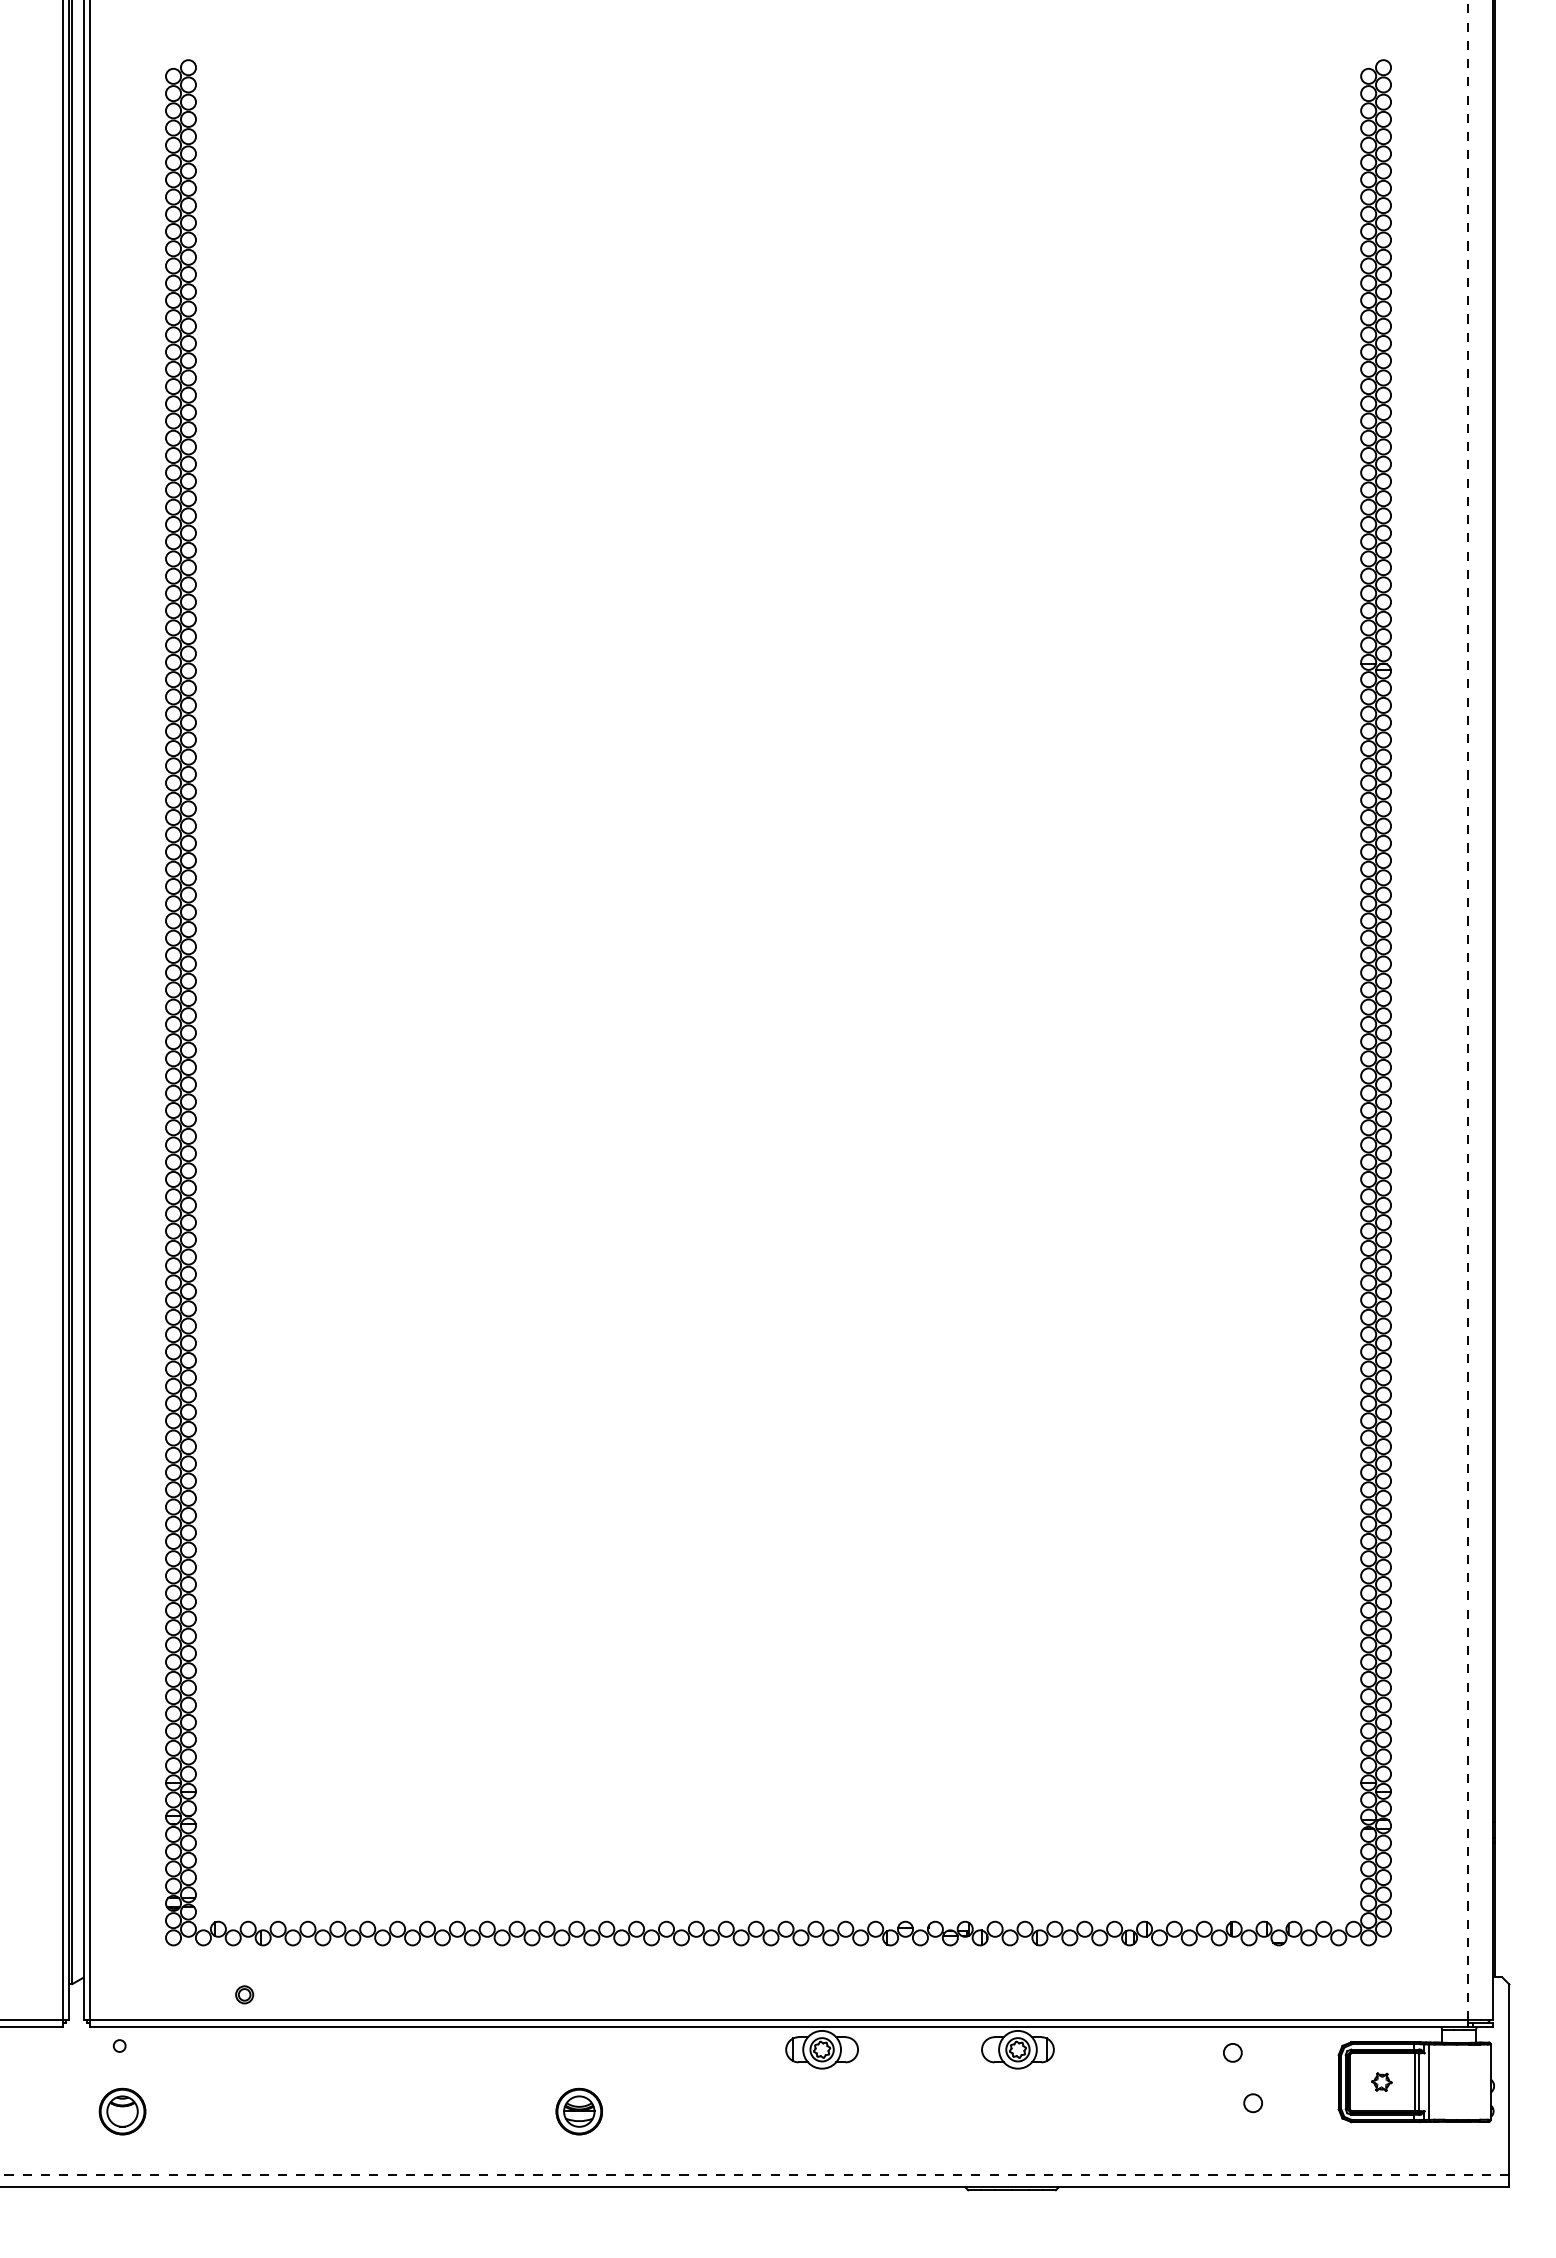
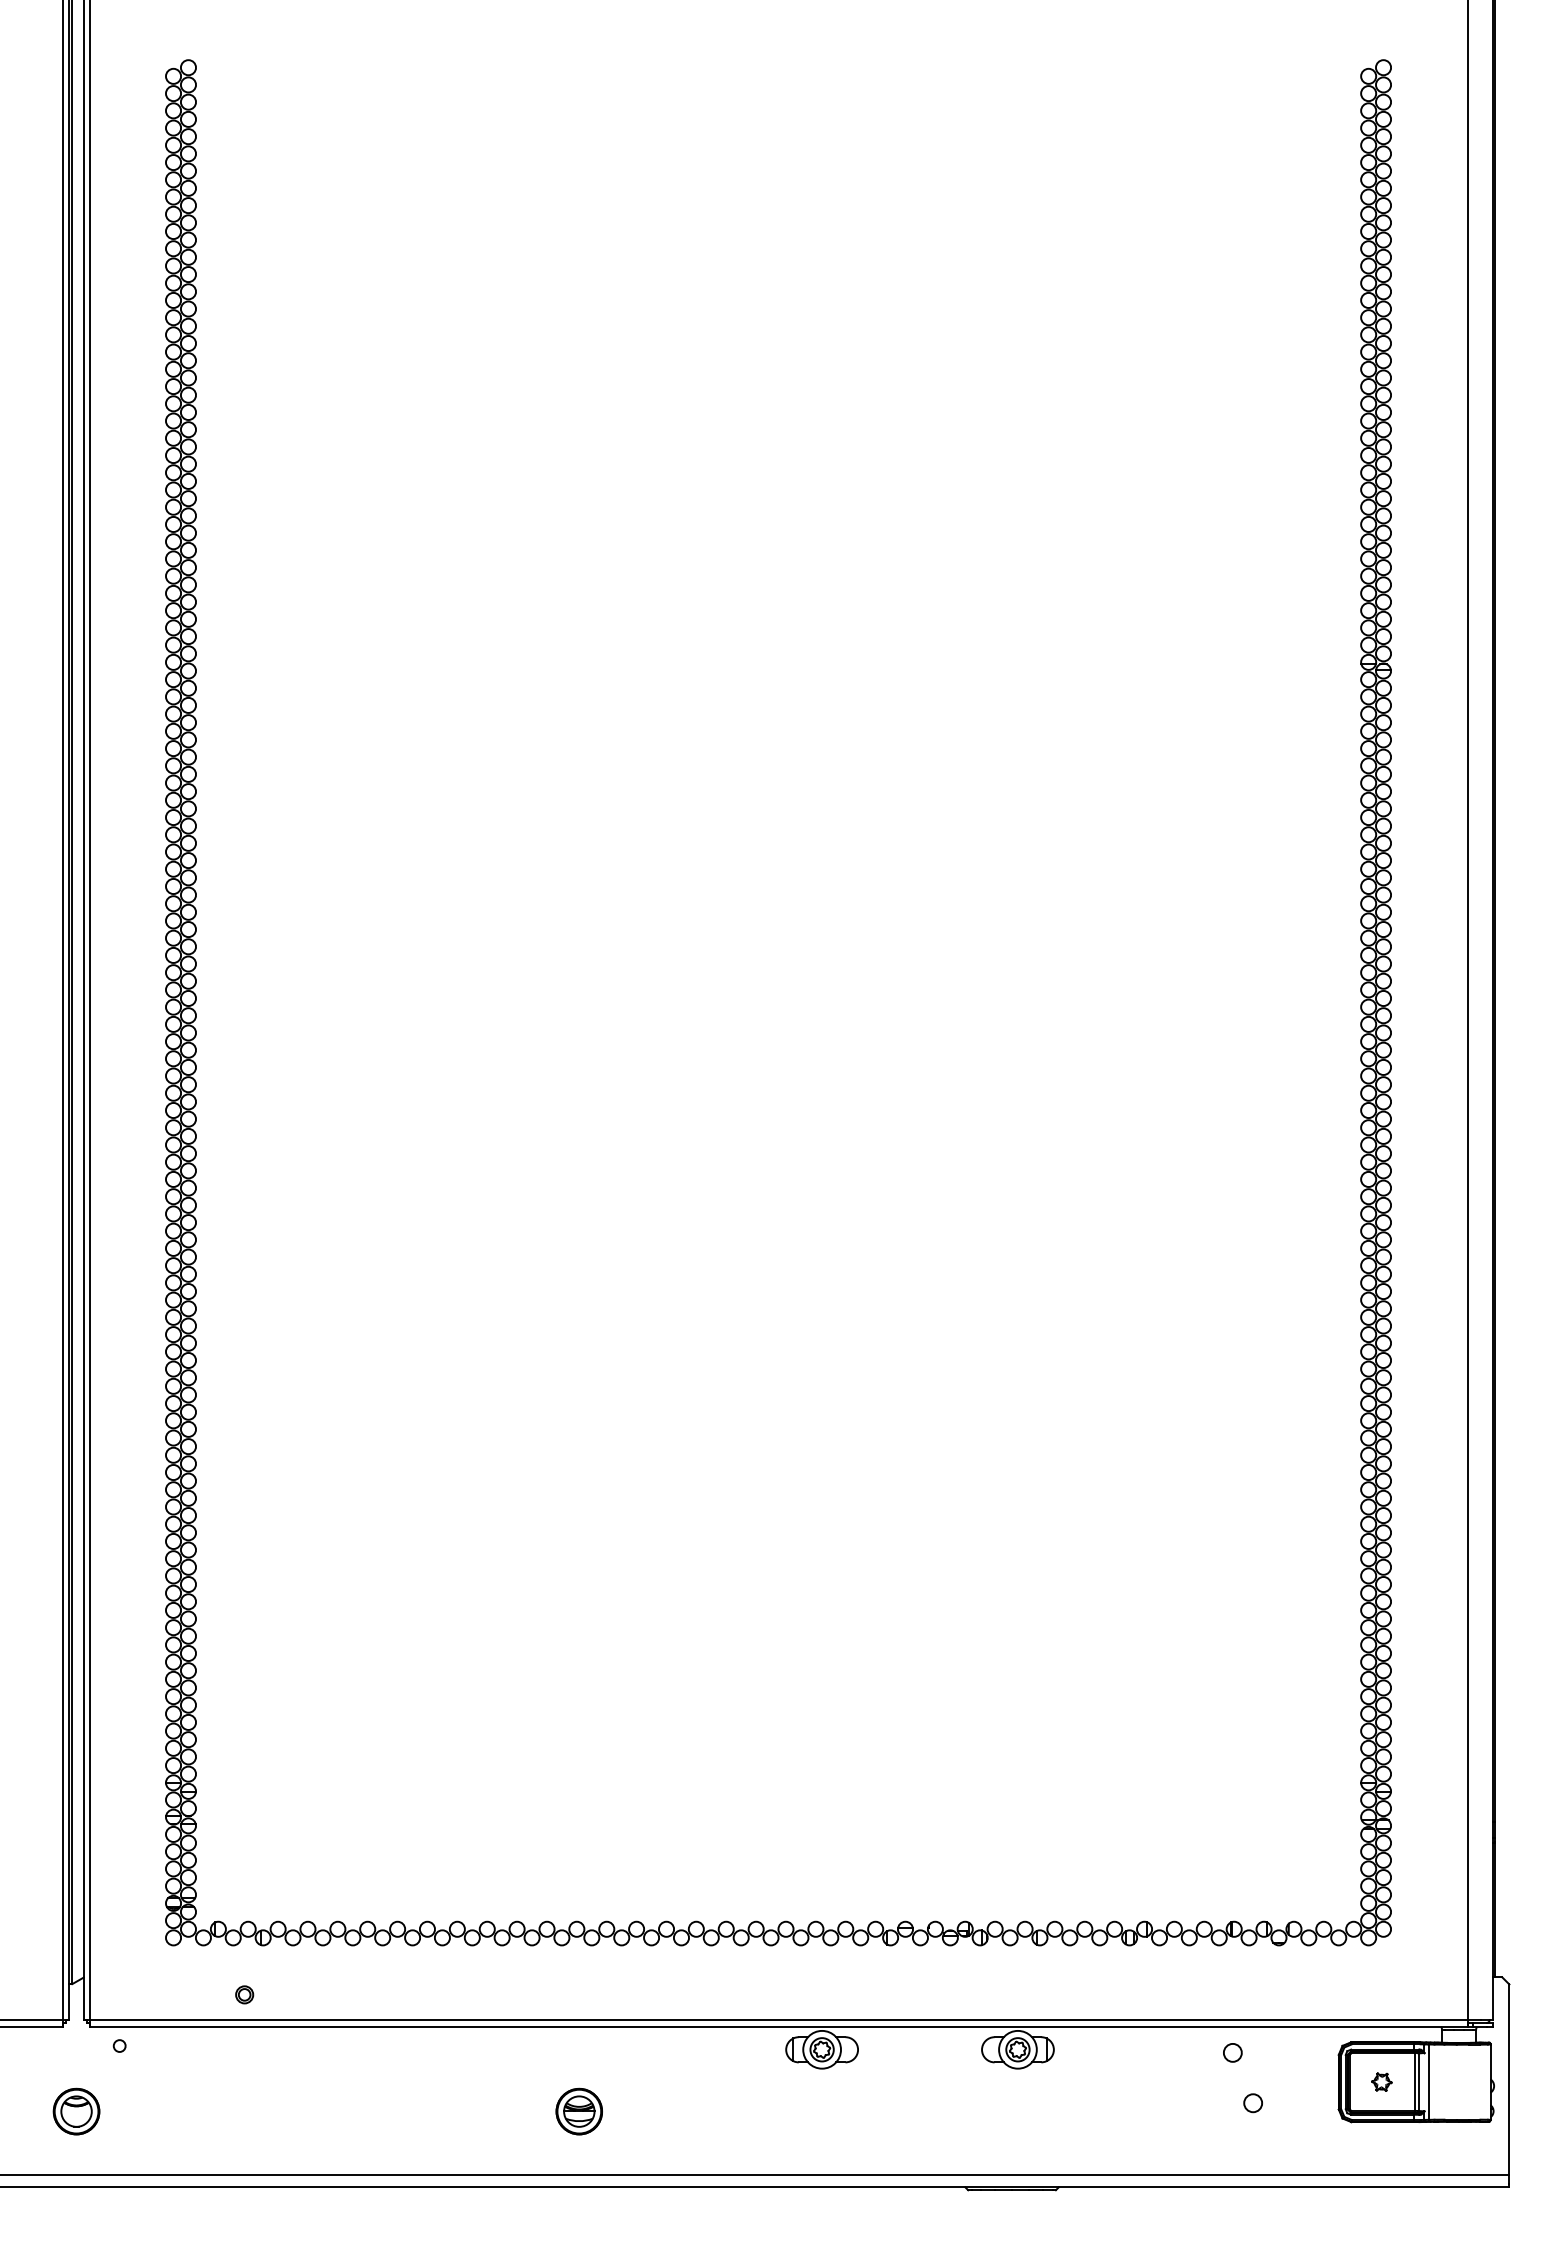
line at (1468, 1009): dashed -> solid
part at (122, 2111) position: (122, 2111) -> (76, 2111)
line at (754, 2174): dashed -> solid
